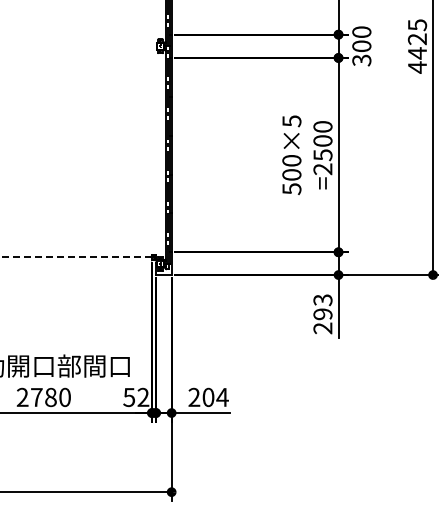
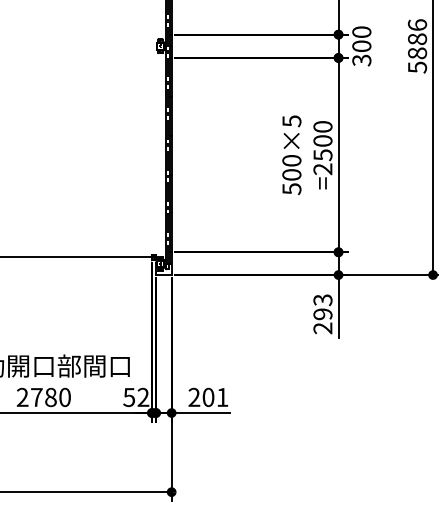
text at (417, 46): 4425 -> 5886
line at (76, 256): dashed -> solid
text at (222, 397): 204 -> 201
